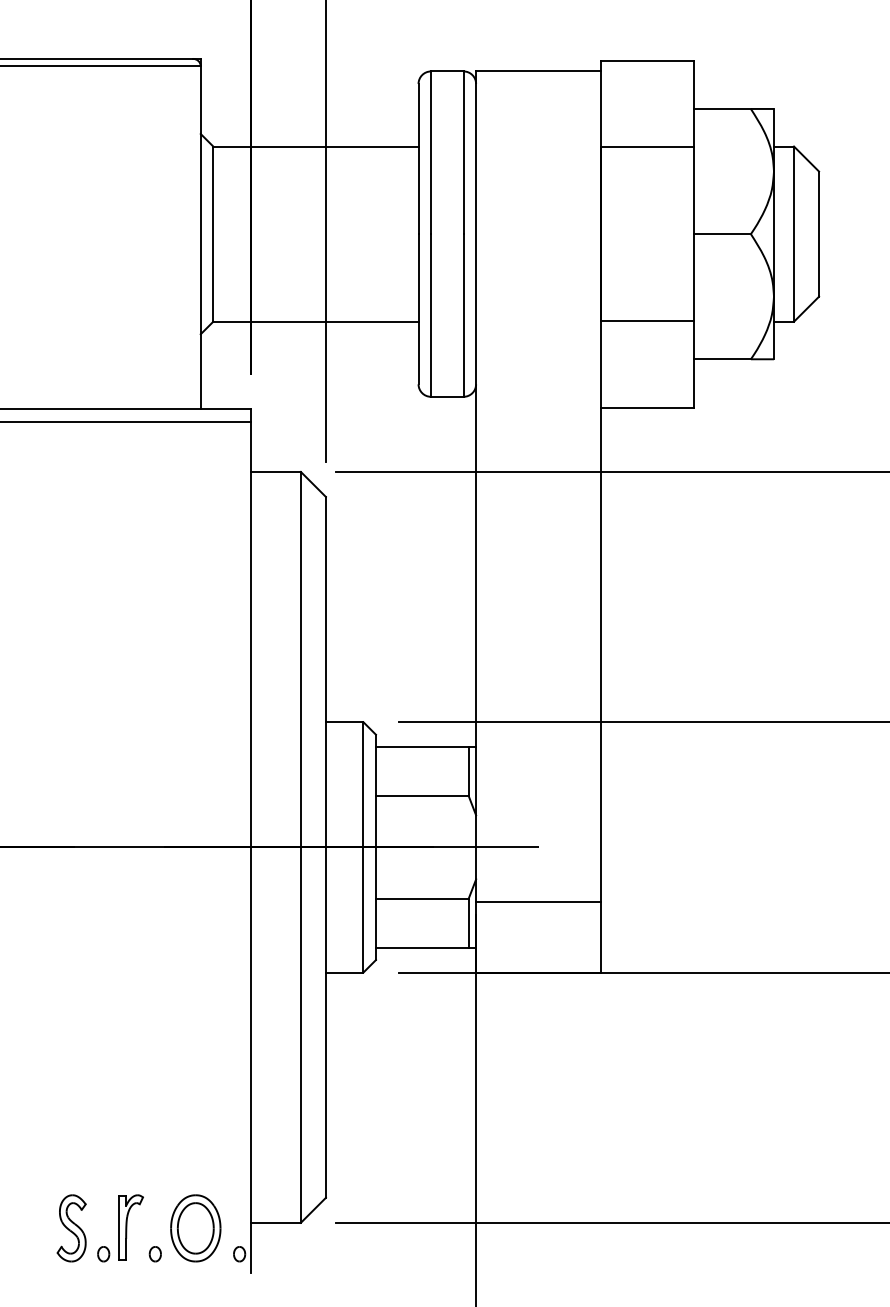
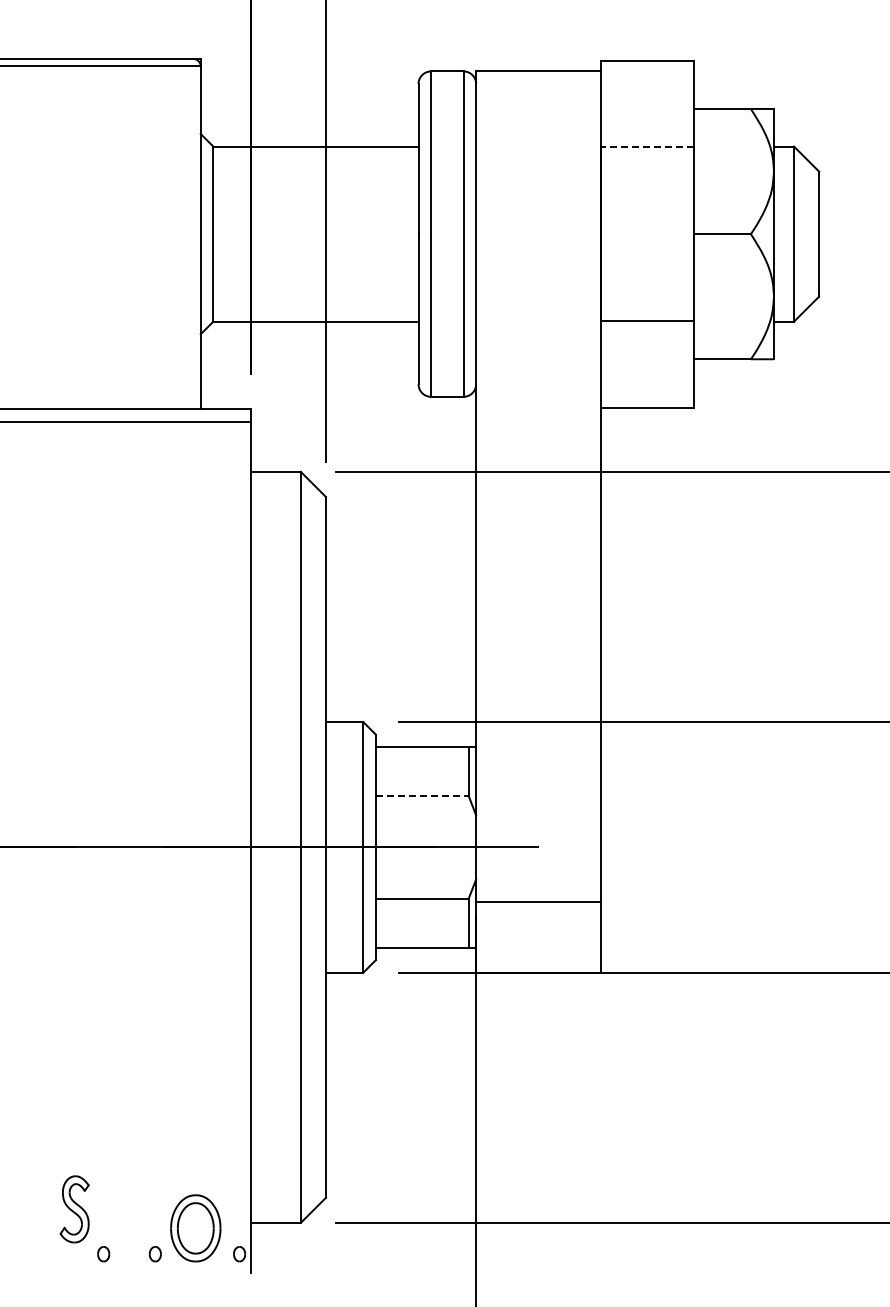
line at (647, 147): solid -> dashed
line at (422, 795): solid -> dashed
part at (130, 1227): present -> none
part at (71, 1228) position: (71, 1228) -> (74, 1209)
